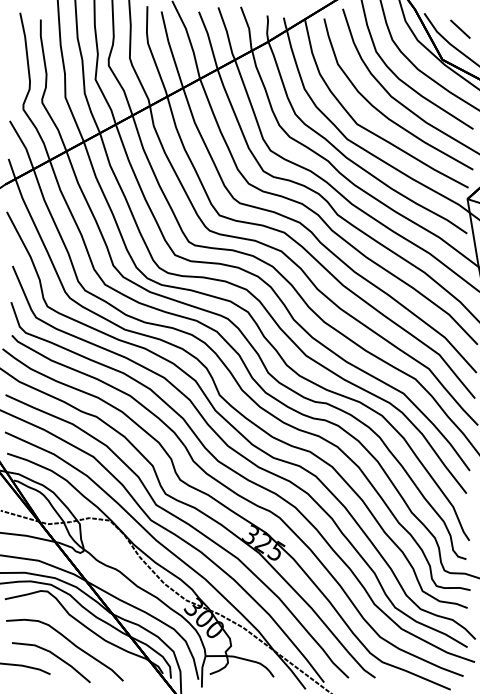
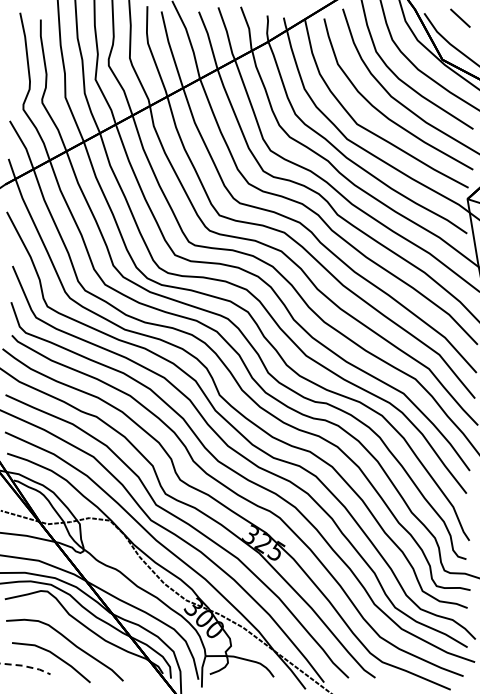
line at (460, 28) position: (460, 28) -> (460, 17)
line at (26, 666): solid -> dashed
